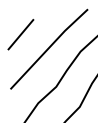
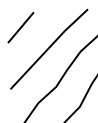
line at (20, 34) position: (20, 34) -> (20, 27)
